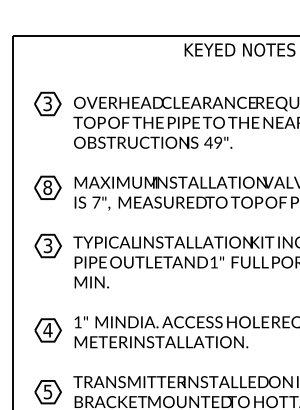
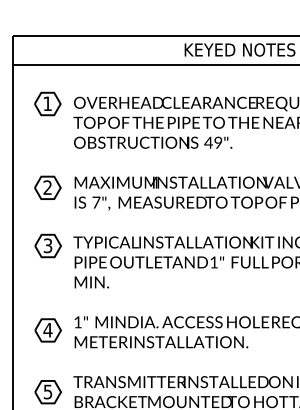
line at (154, 64): none -> present
text at (47, 103): 3 -> 1
text at (47, 187): 8 -> 2
